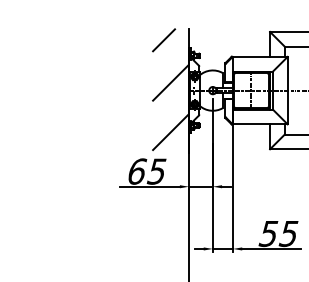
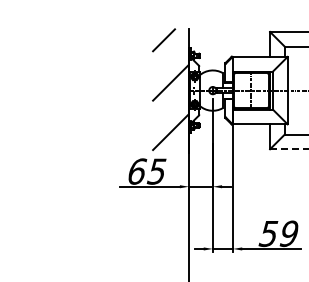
line at (288, 149): solid -> dashed
text at (288, 233): 55 -> 59
